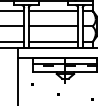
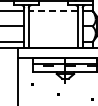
line at (53, 10): solid -> dashed
line at (53, 26): present -> none
line at (53, 42): present -> none
